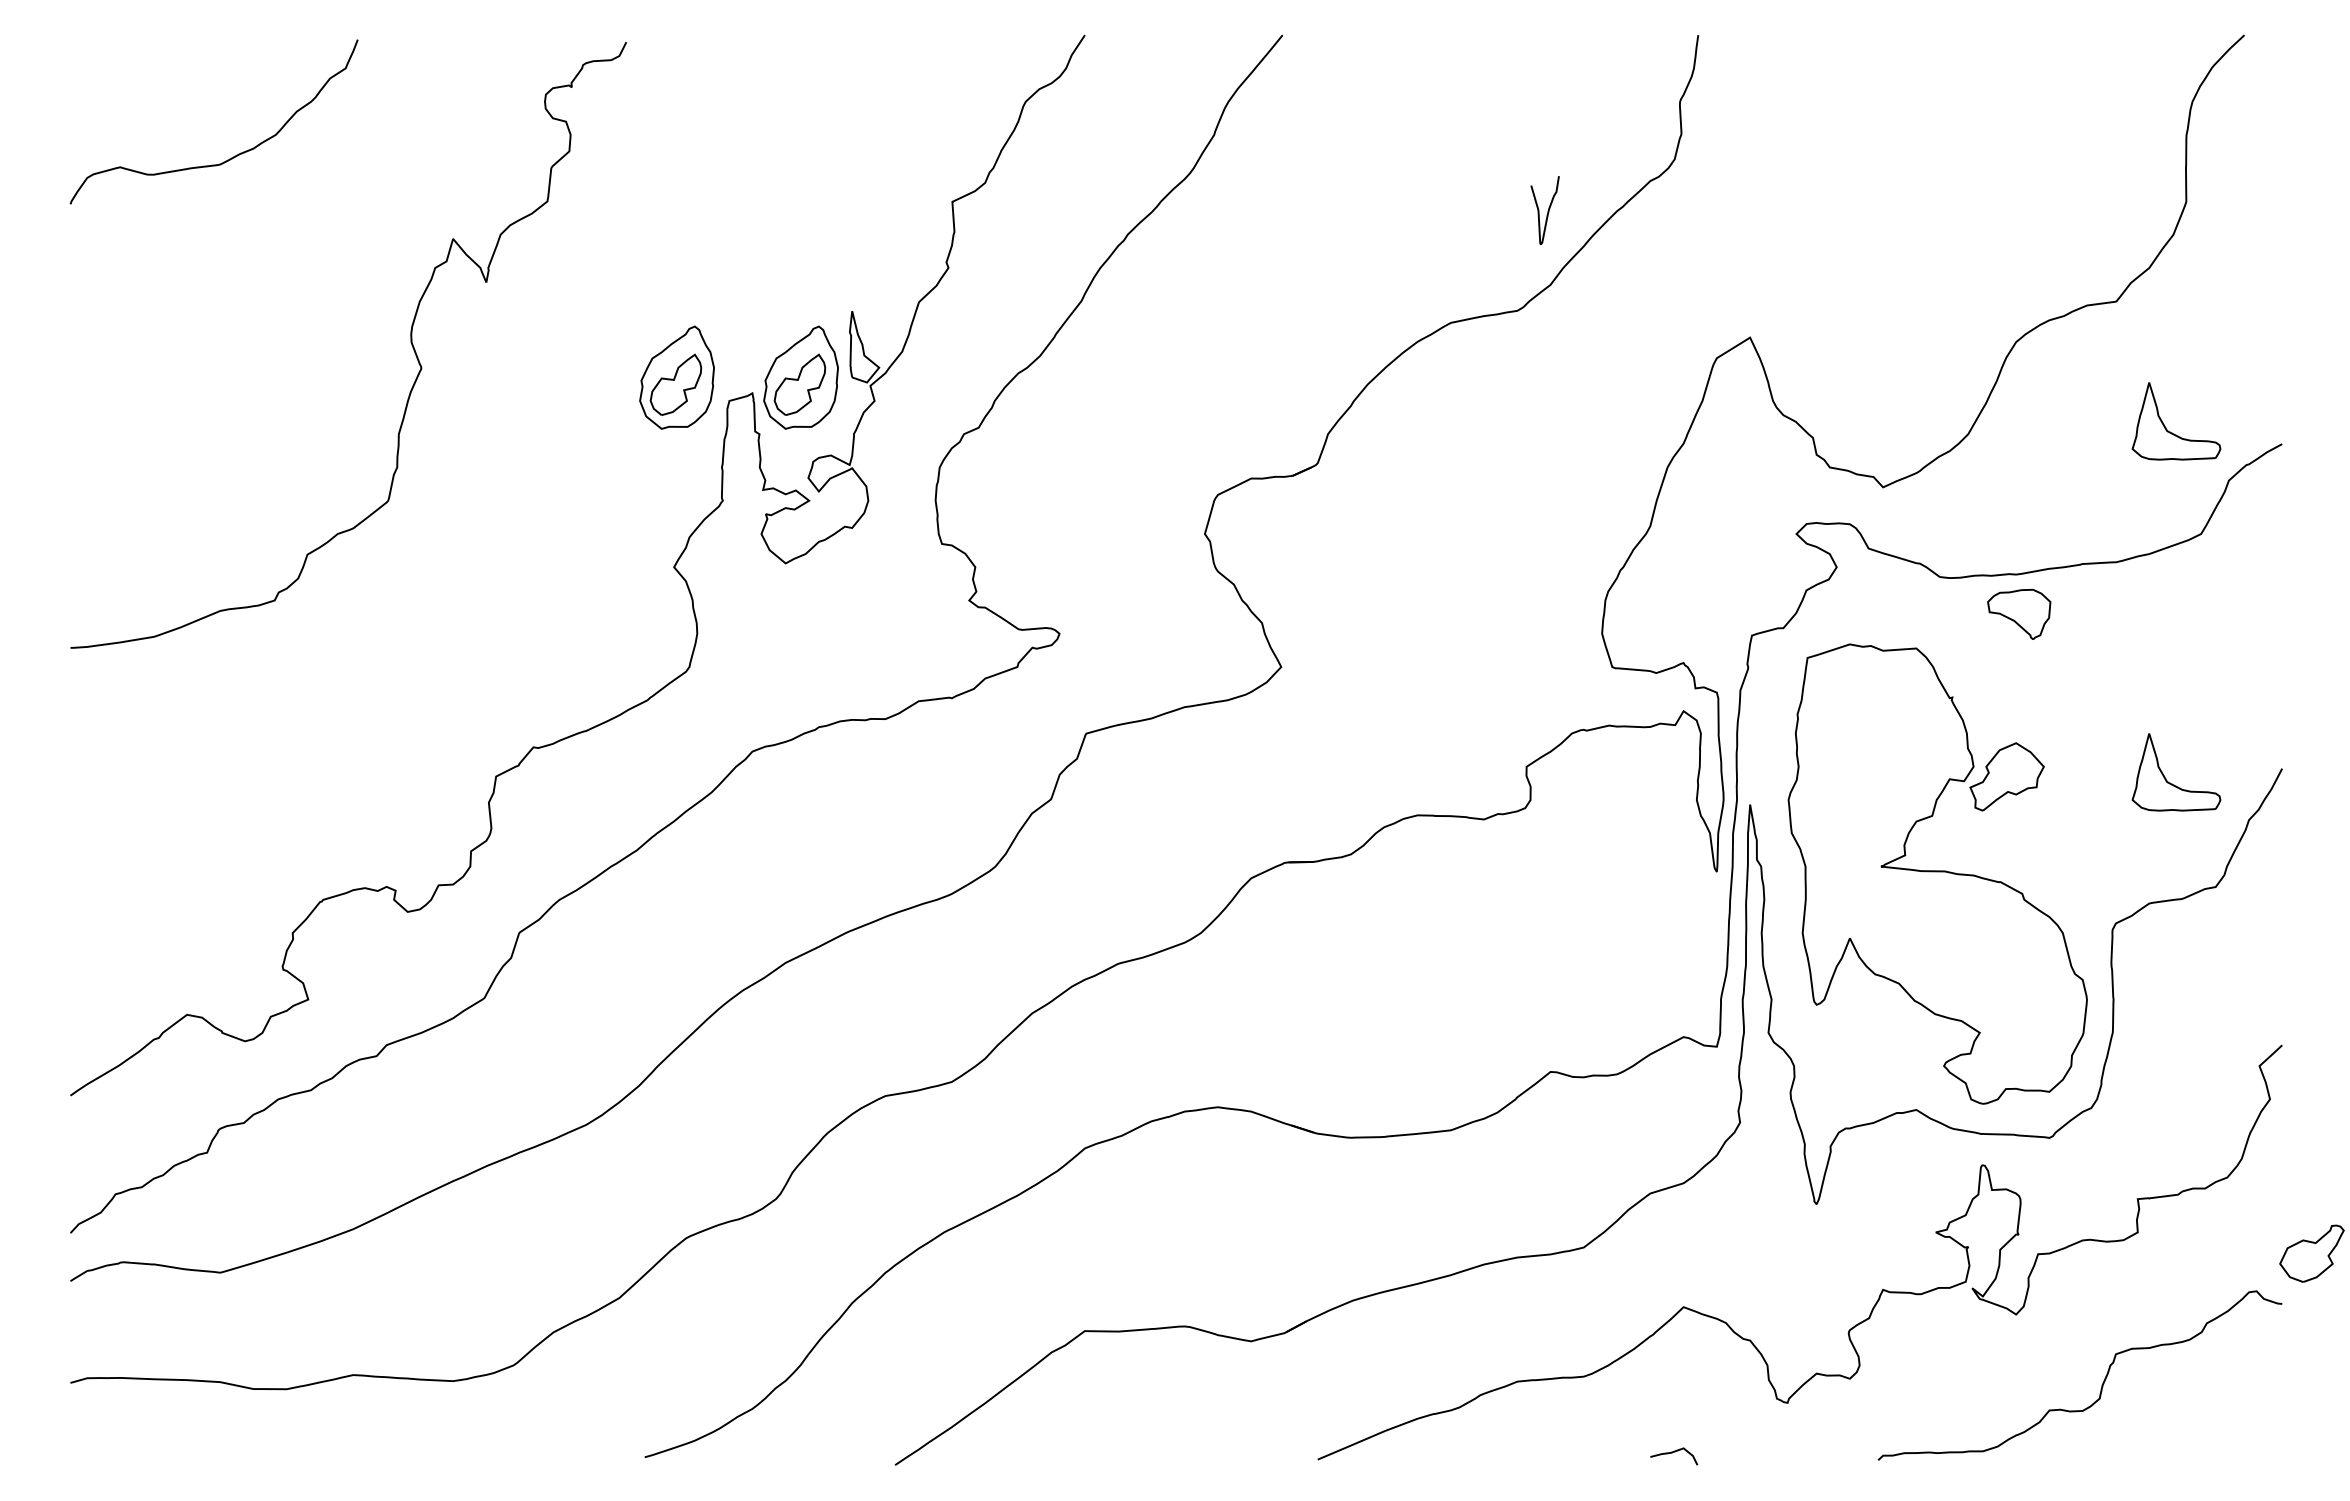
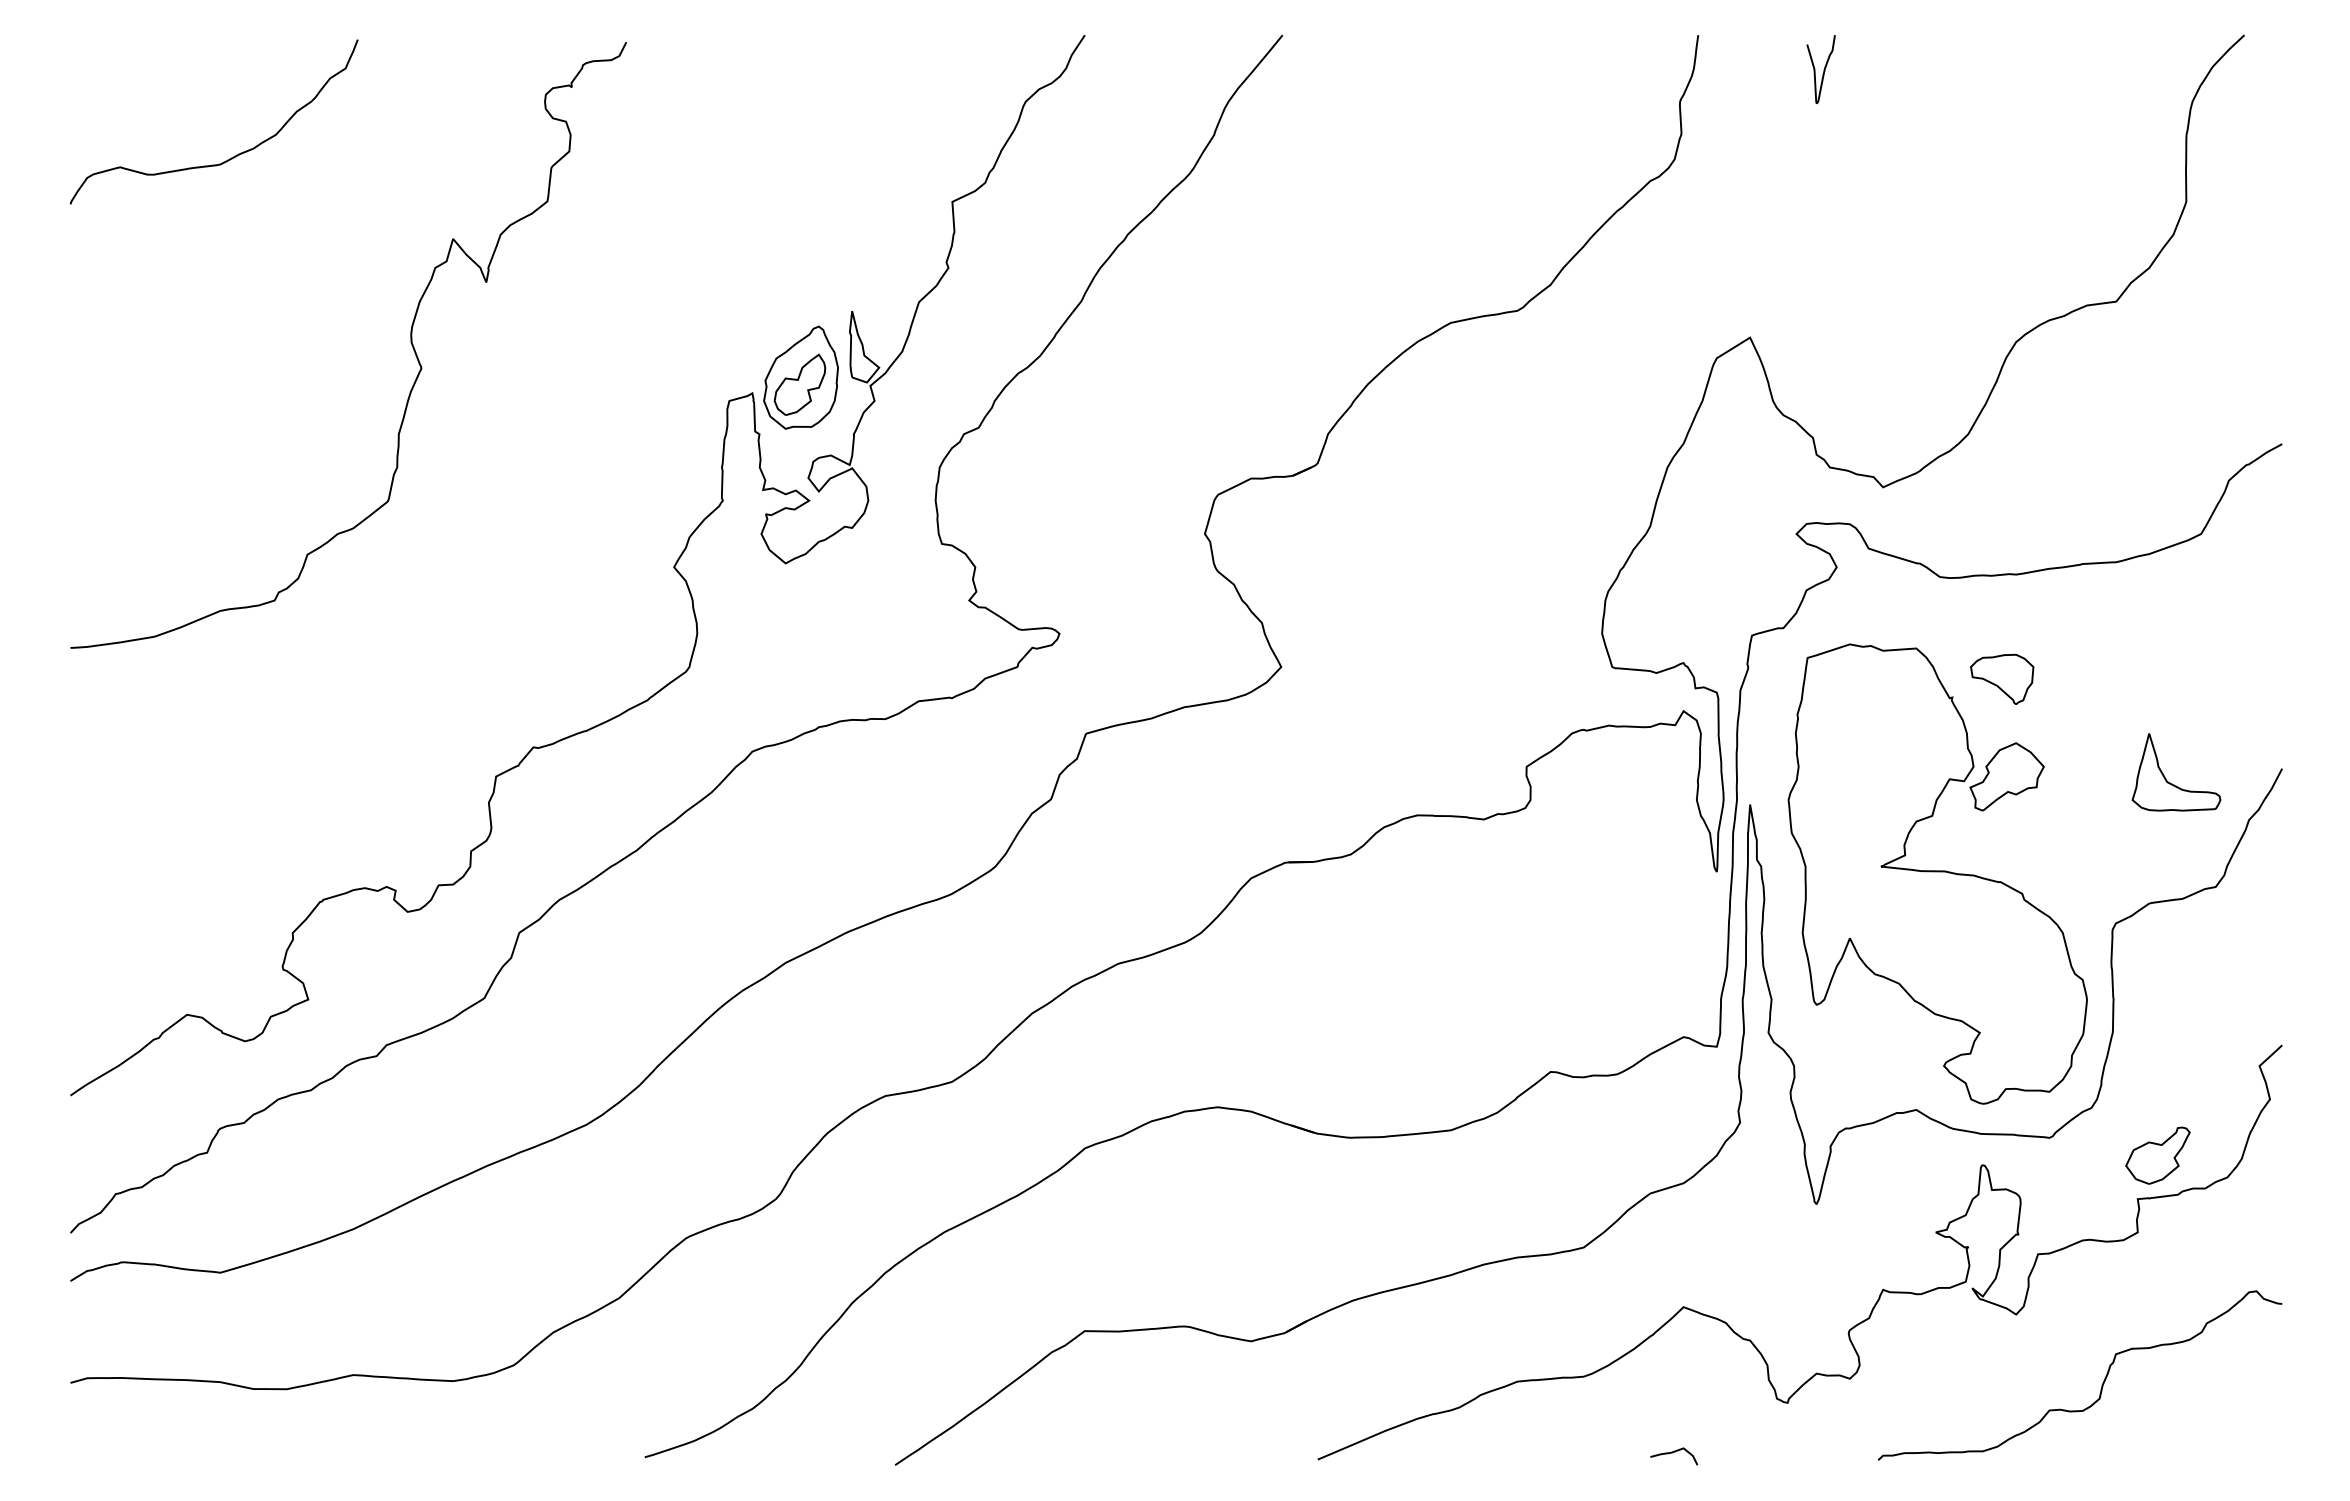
curve at (1547, 210) position: (1547, 210) -> (1823, 69)
part at (676, 377): present -> none
part at (2166, 427): present -> none
part at (2019, 613) position: (2019, 613) -> (2002, 678)
part at (2311, 1253) position: (2311, 1253) -> (2157, 1155)
